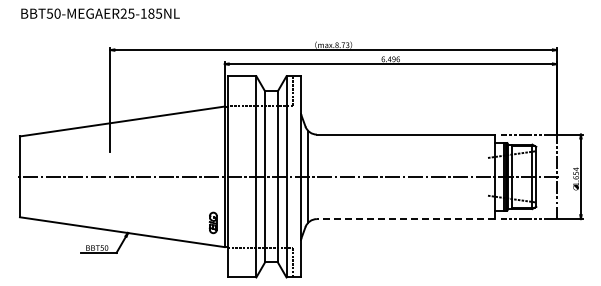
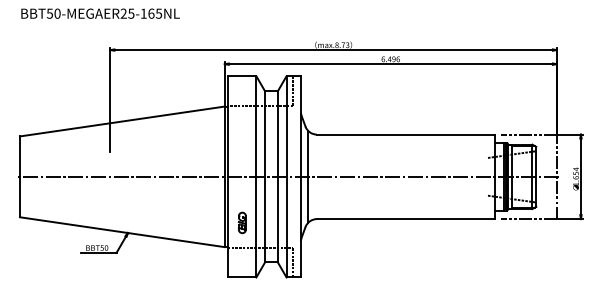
text at (151, 13): BBT50-MEGAER25-185NL -> BBT50-MEGAER25-165NL
line at (405, 219): dashed -> solid
part at (212, 222) position: (212, 222) -> (241, 222)
